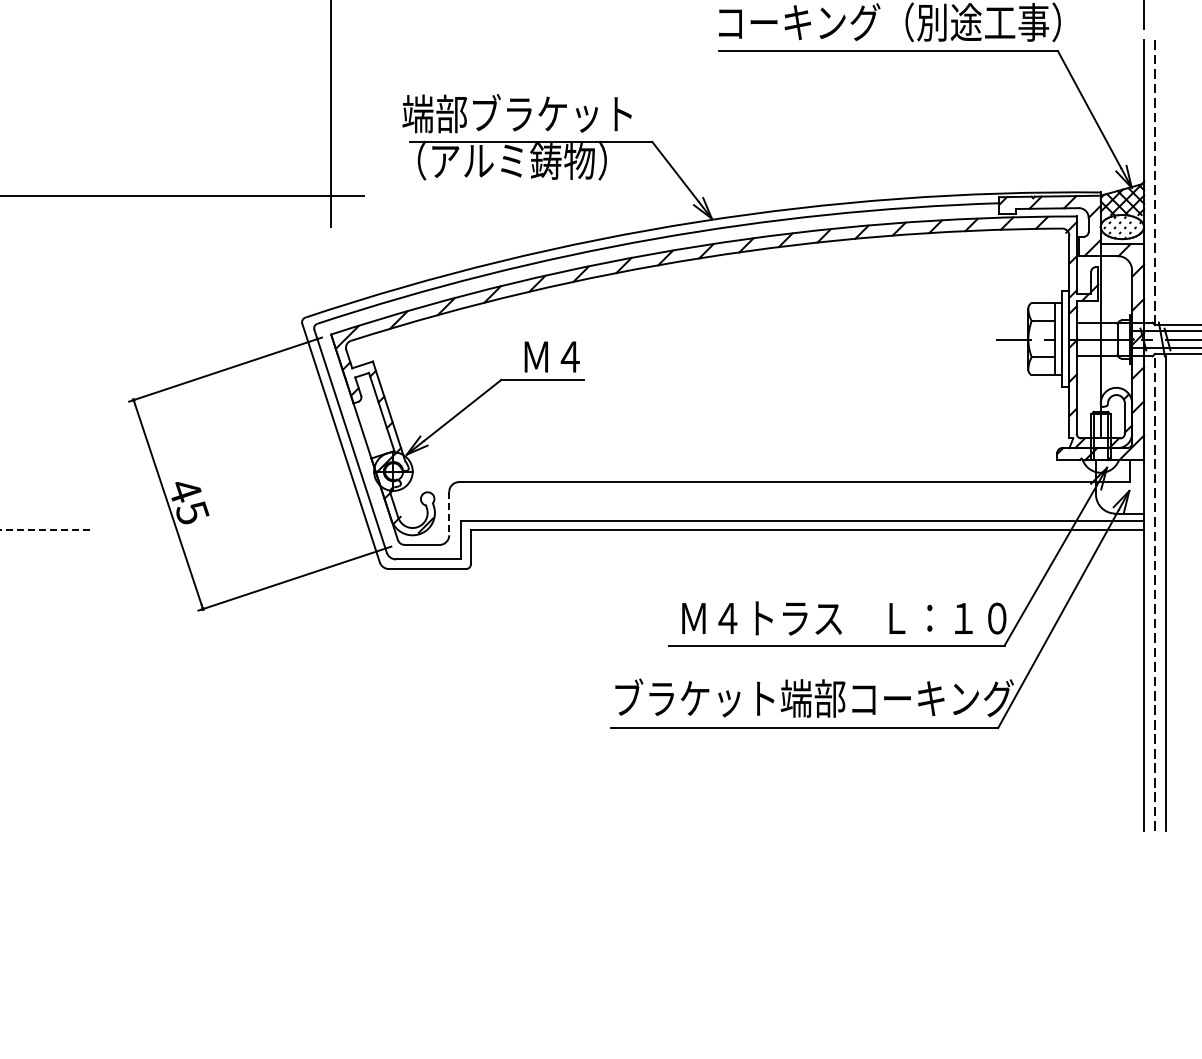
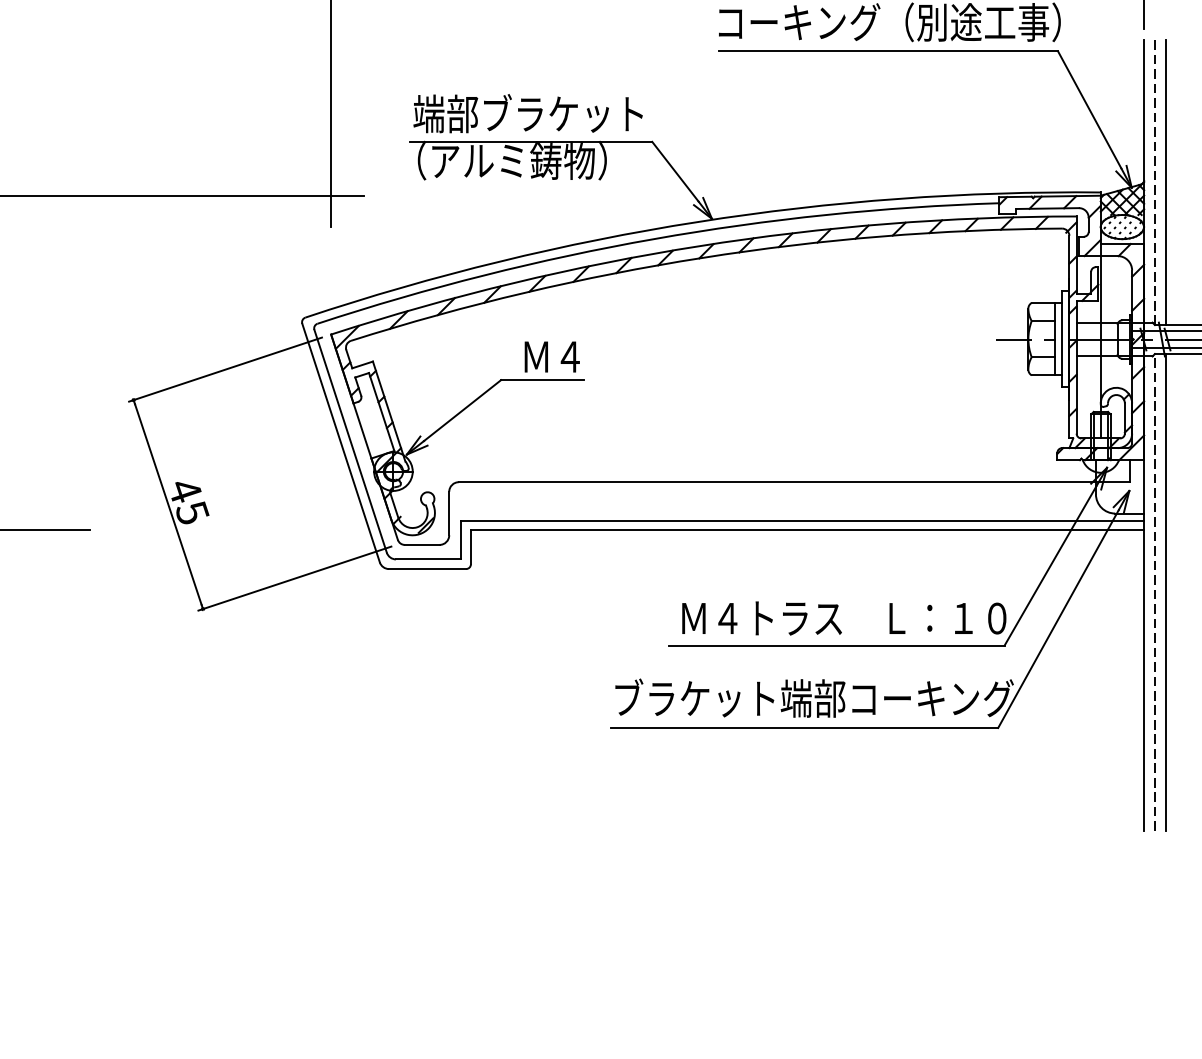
text at (516, 113) position: (516, 113) -> (527, 113)
line at (1166, 182): none -> present
line at (449, 513): dashed -> solid
line at (45, 530): dashed -> solid
